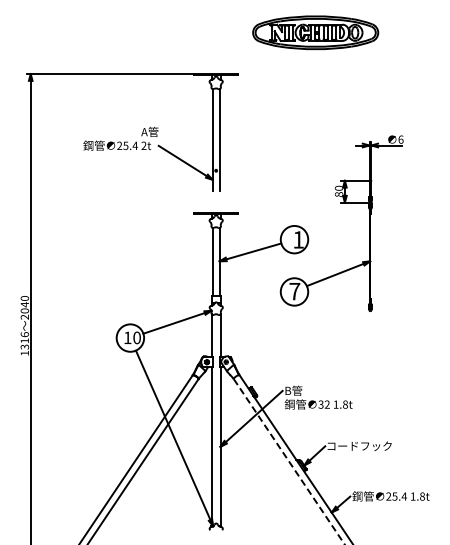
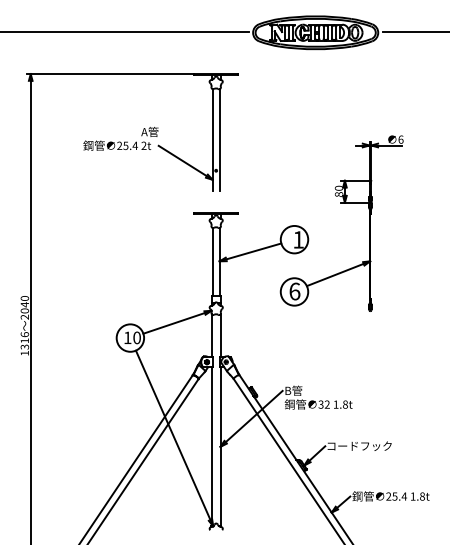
line at (125, 32): none -> present
line at (414, 32): none -> present
text at (294, 291): 7 -> 6
line at (289, 462): dashed -> solid
